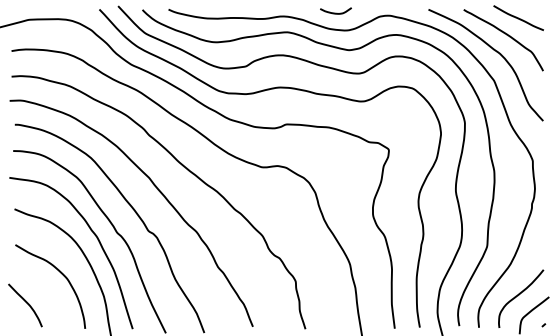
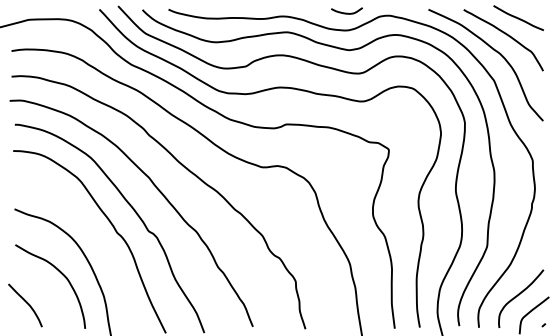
curve at (335, 12) position: (335, 12) -> (346, 12)
curve at (93, 234): present -> none
